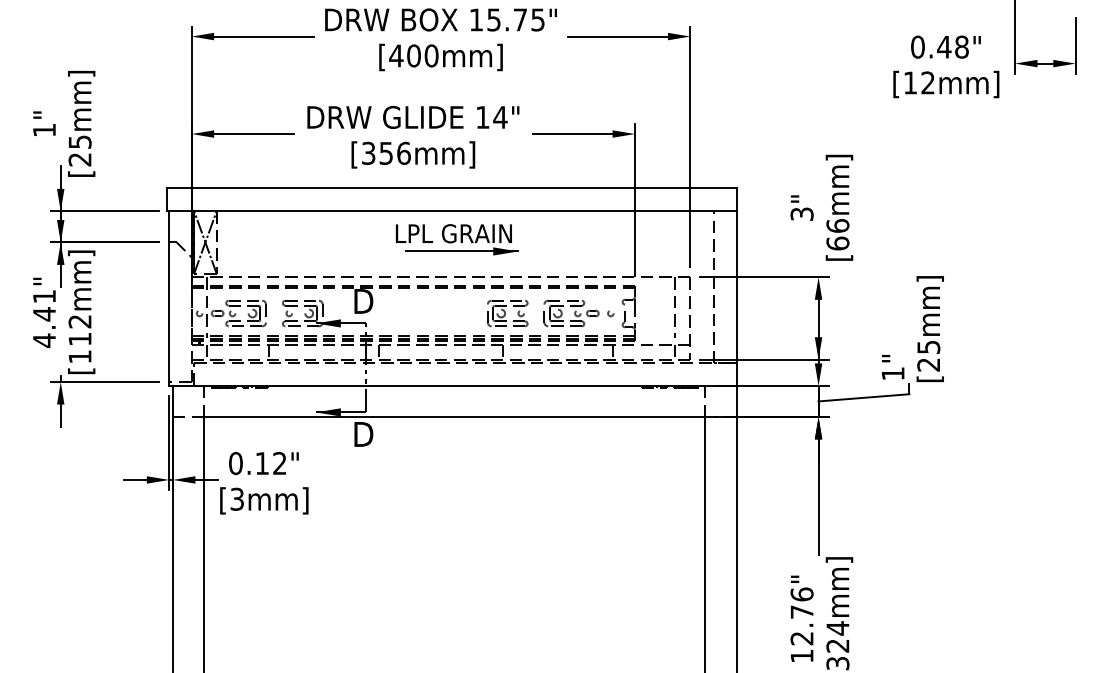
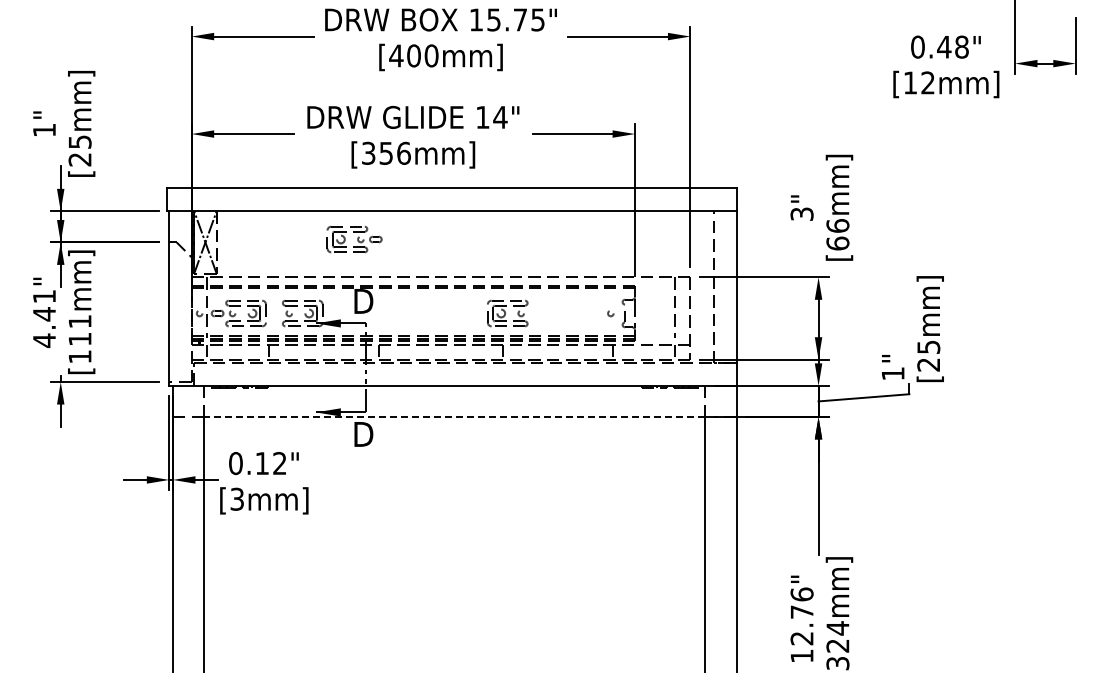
part at (456, 239): present -> none
part at (571, 313) position: (571, 313) -> (354, 239)
text at (79, 321): [112mm] -> [111mm]
line at (454, 417): solid -> dashed
